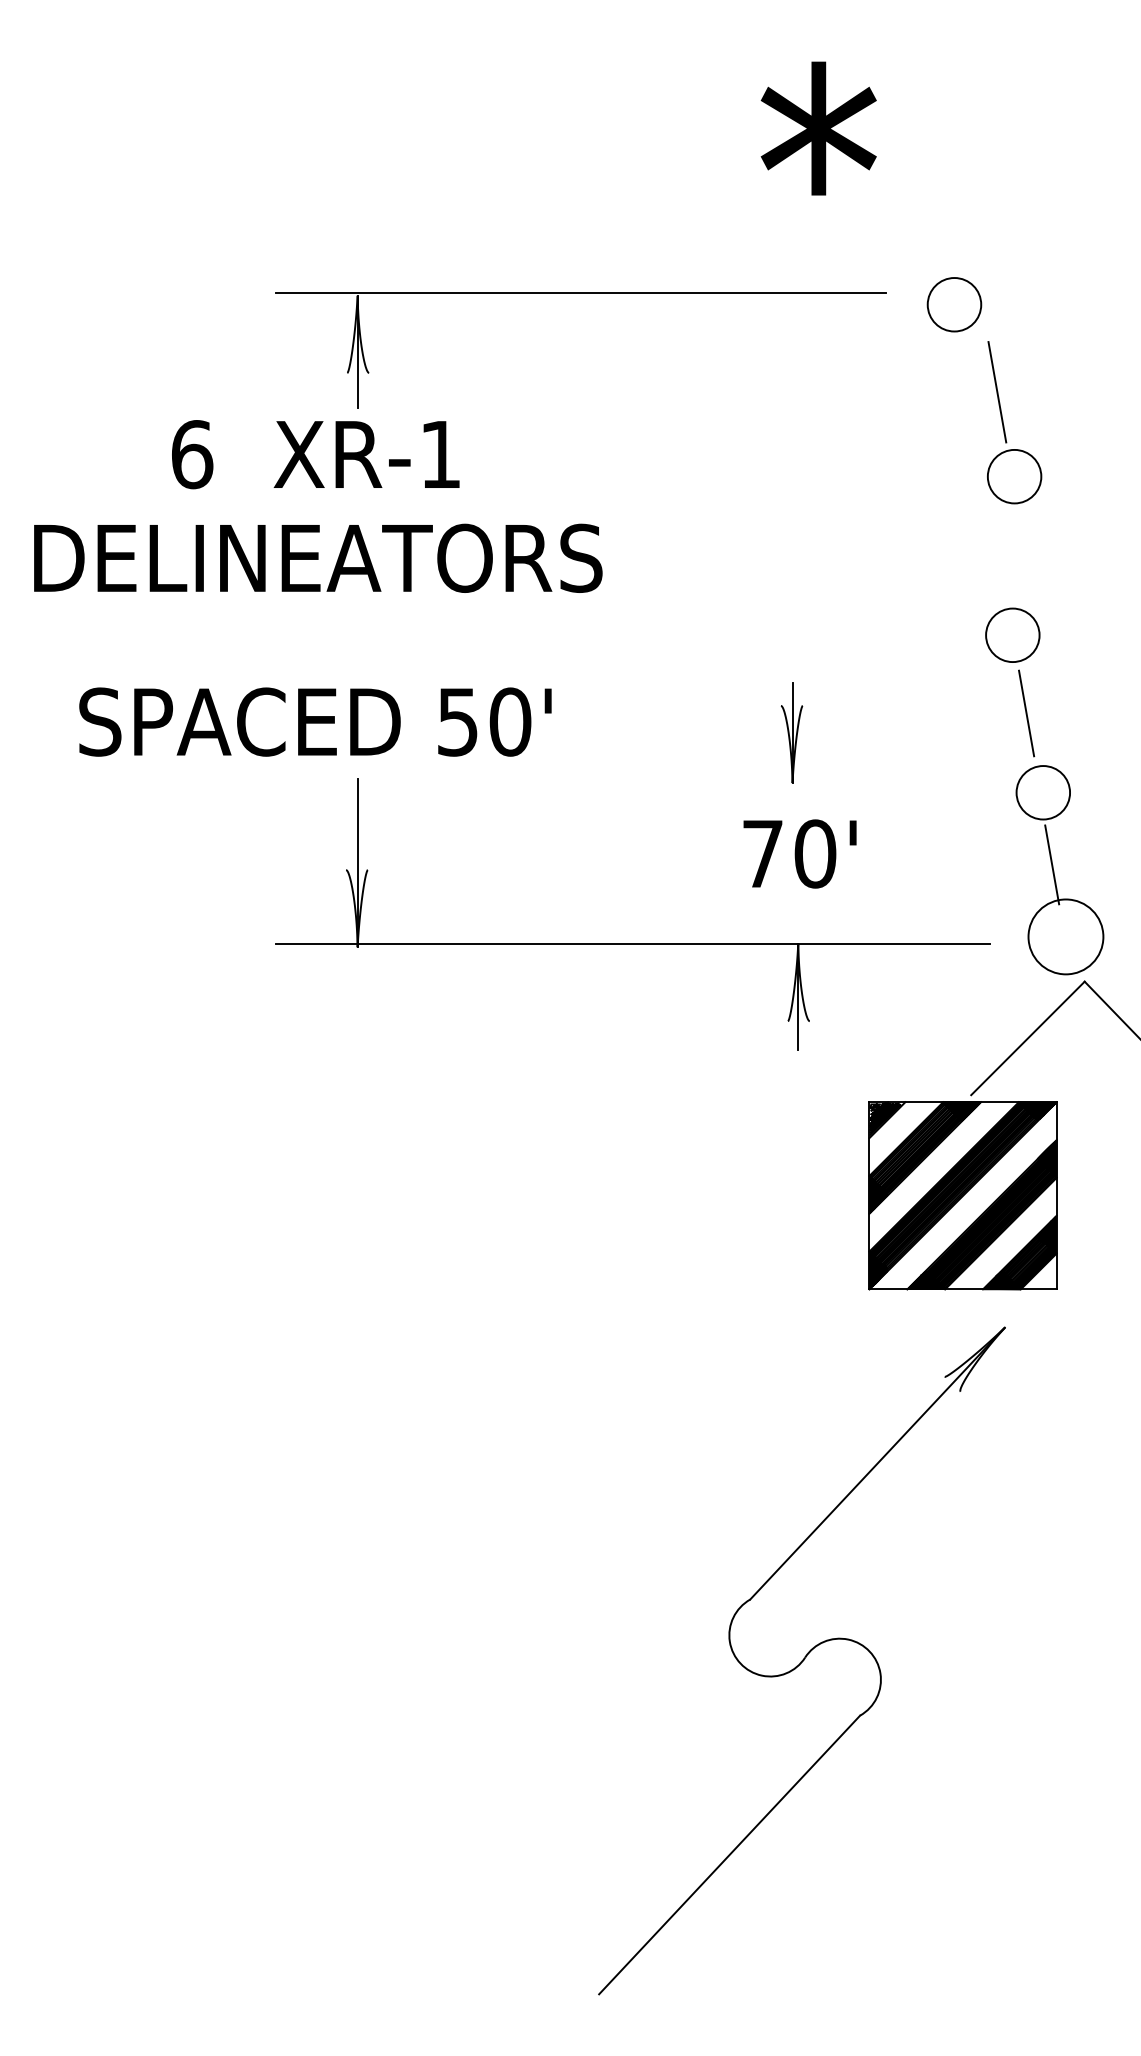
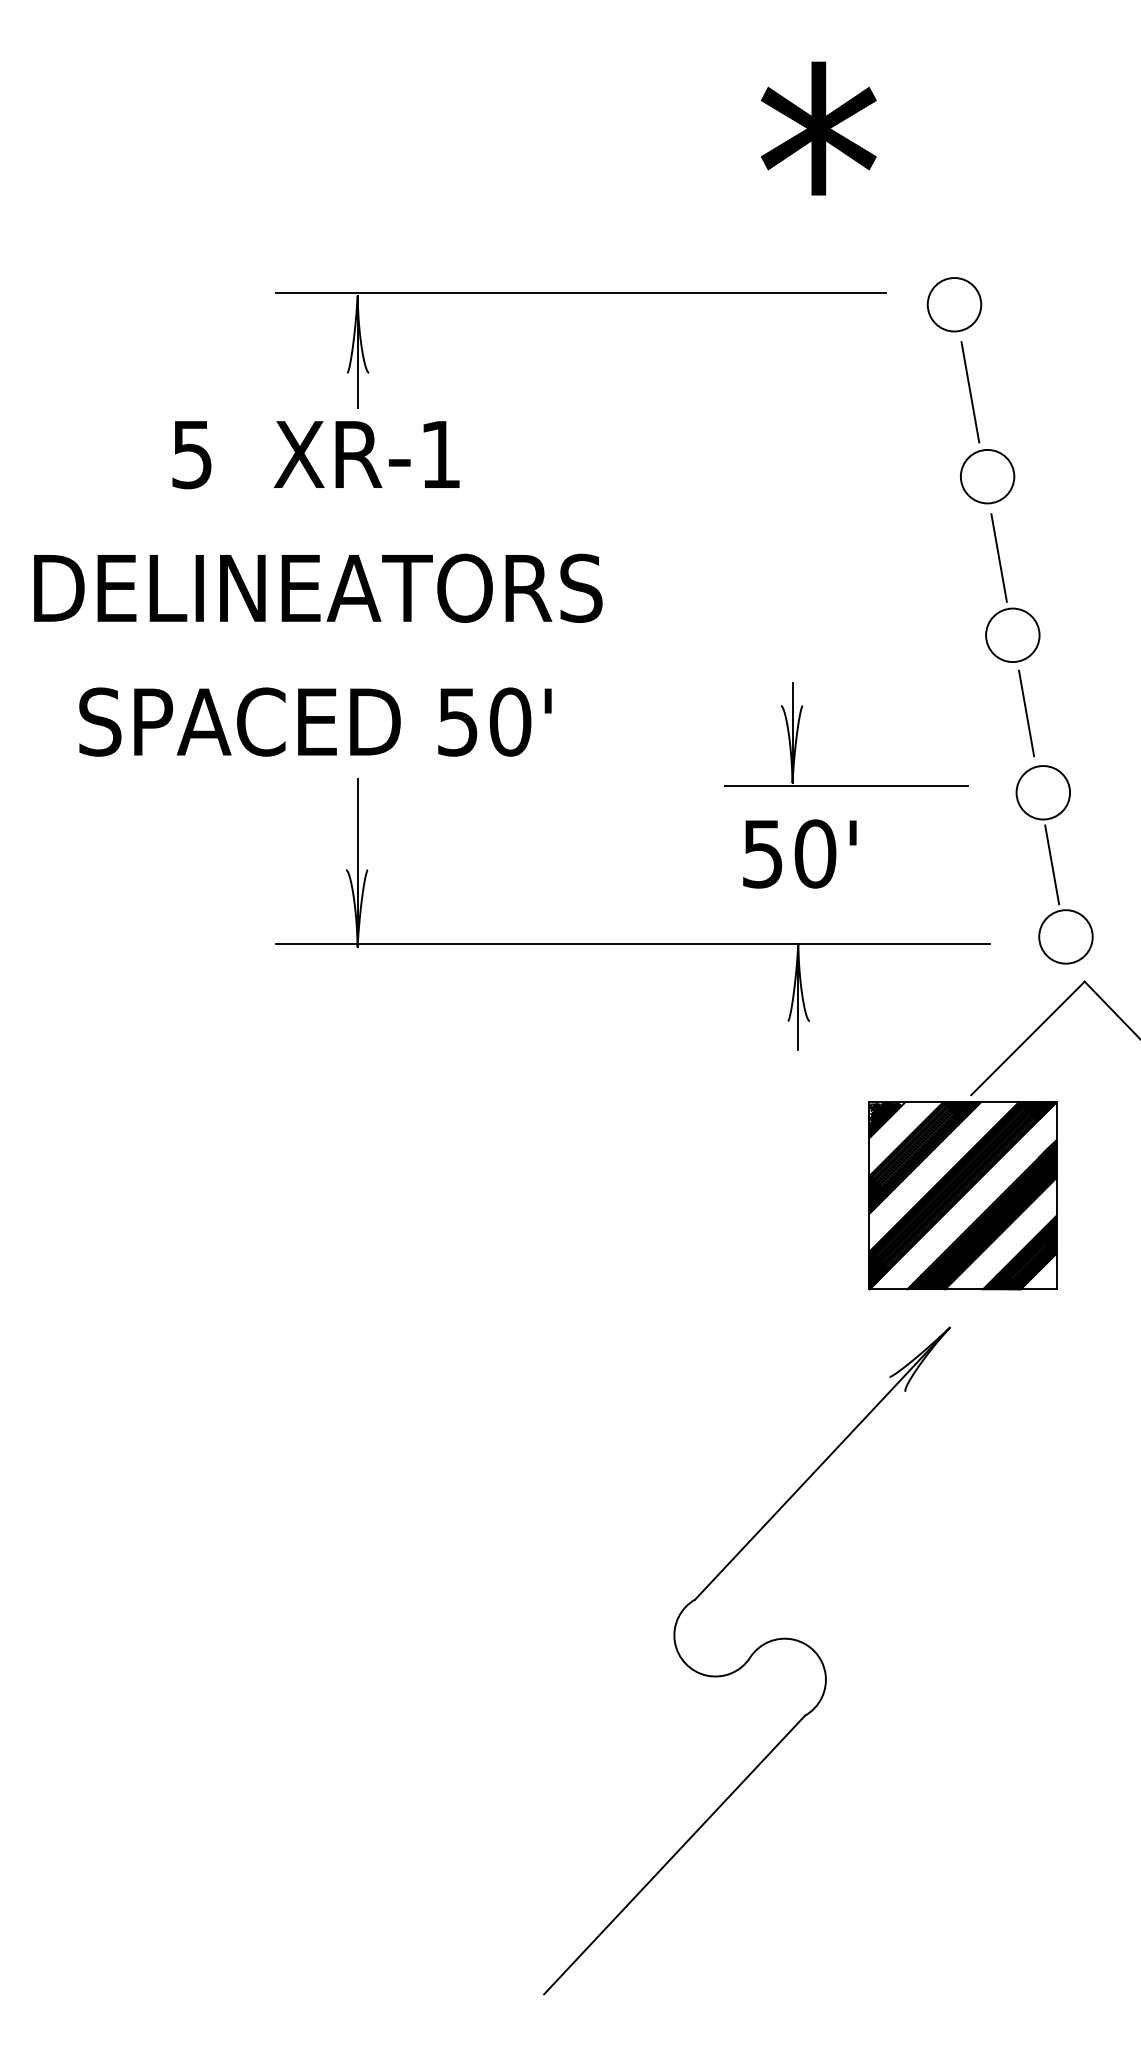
part at (1004, 425) position: (1004, 425) -> (977, 425)
text at (192, 454): 6 -> 5
text at (318, 557) position: (318, 557) -> (318, 587)
line at (998, 557): none -> present
line at (846, 785): none -> present
text at (762, 854): 70' -> 50'
circle at (1065, 936) diameter: 75 px -> 53 px
part at (801, 1660) position: (801, 1660) -> (746, 1660)
